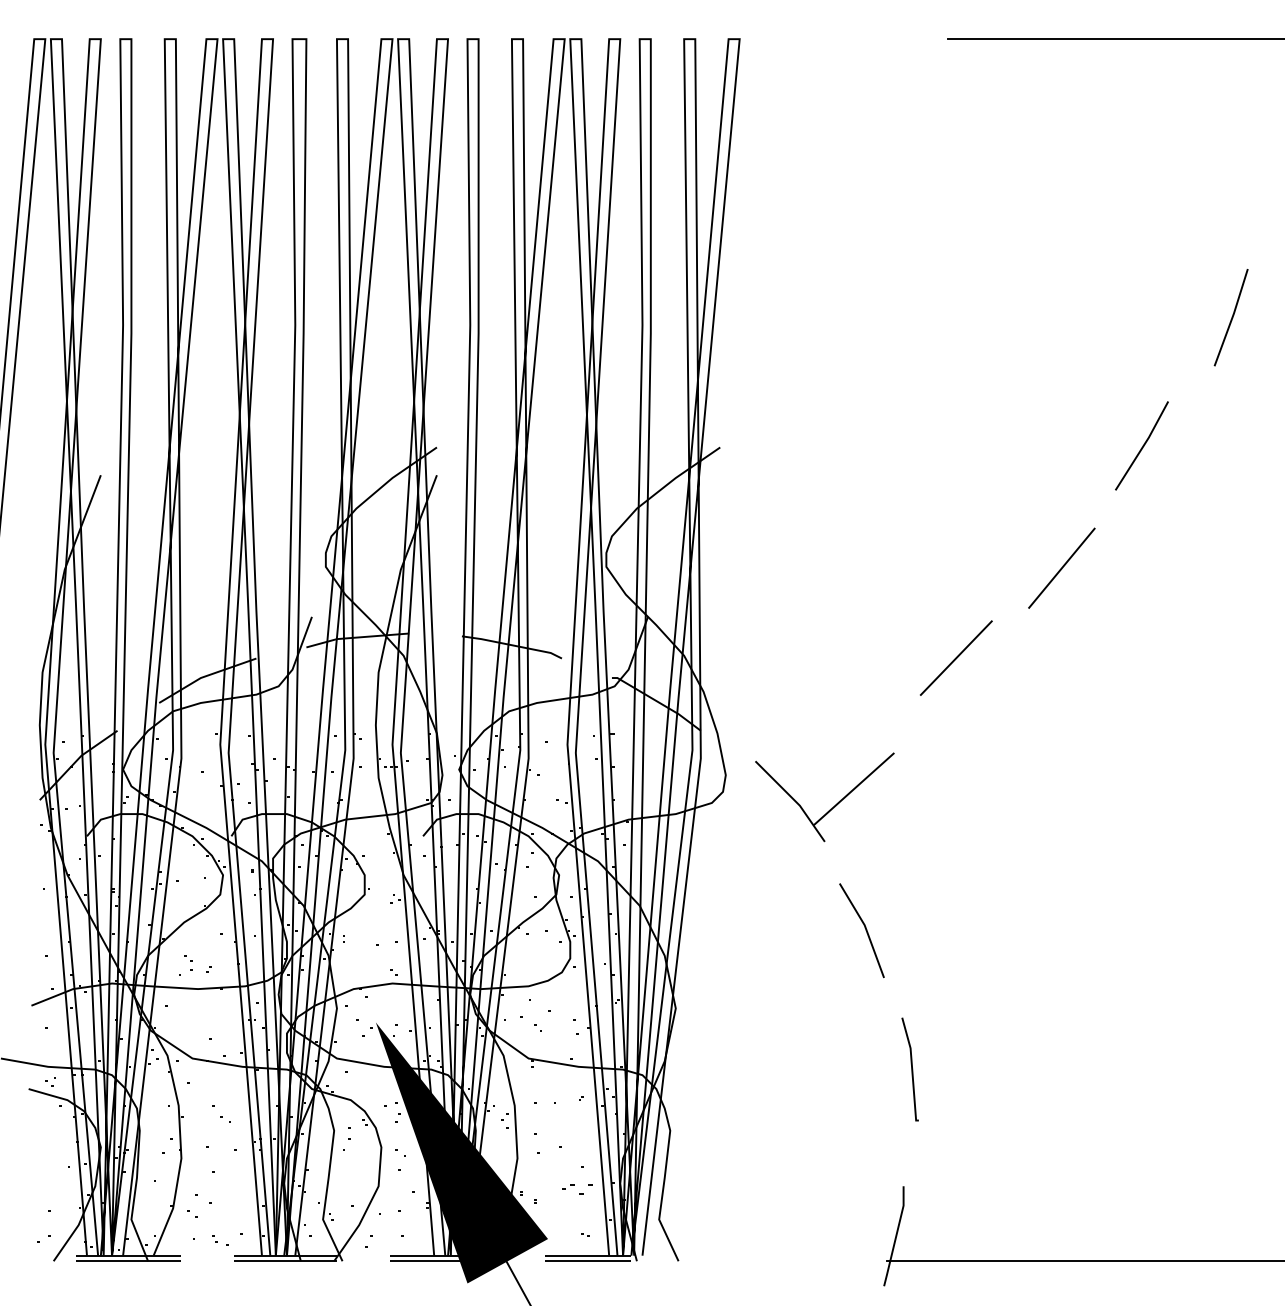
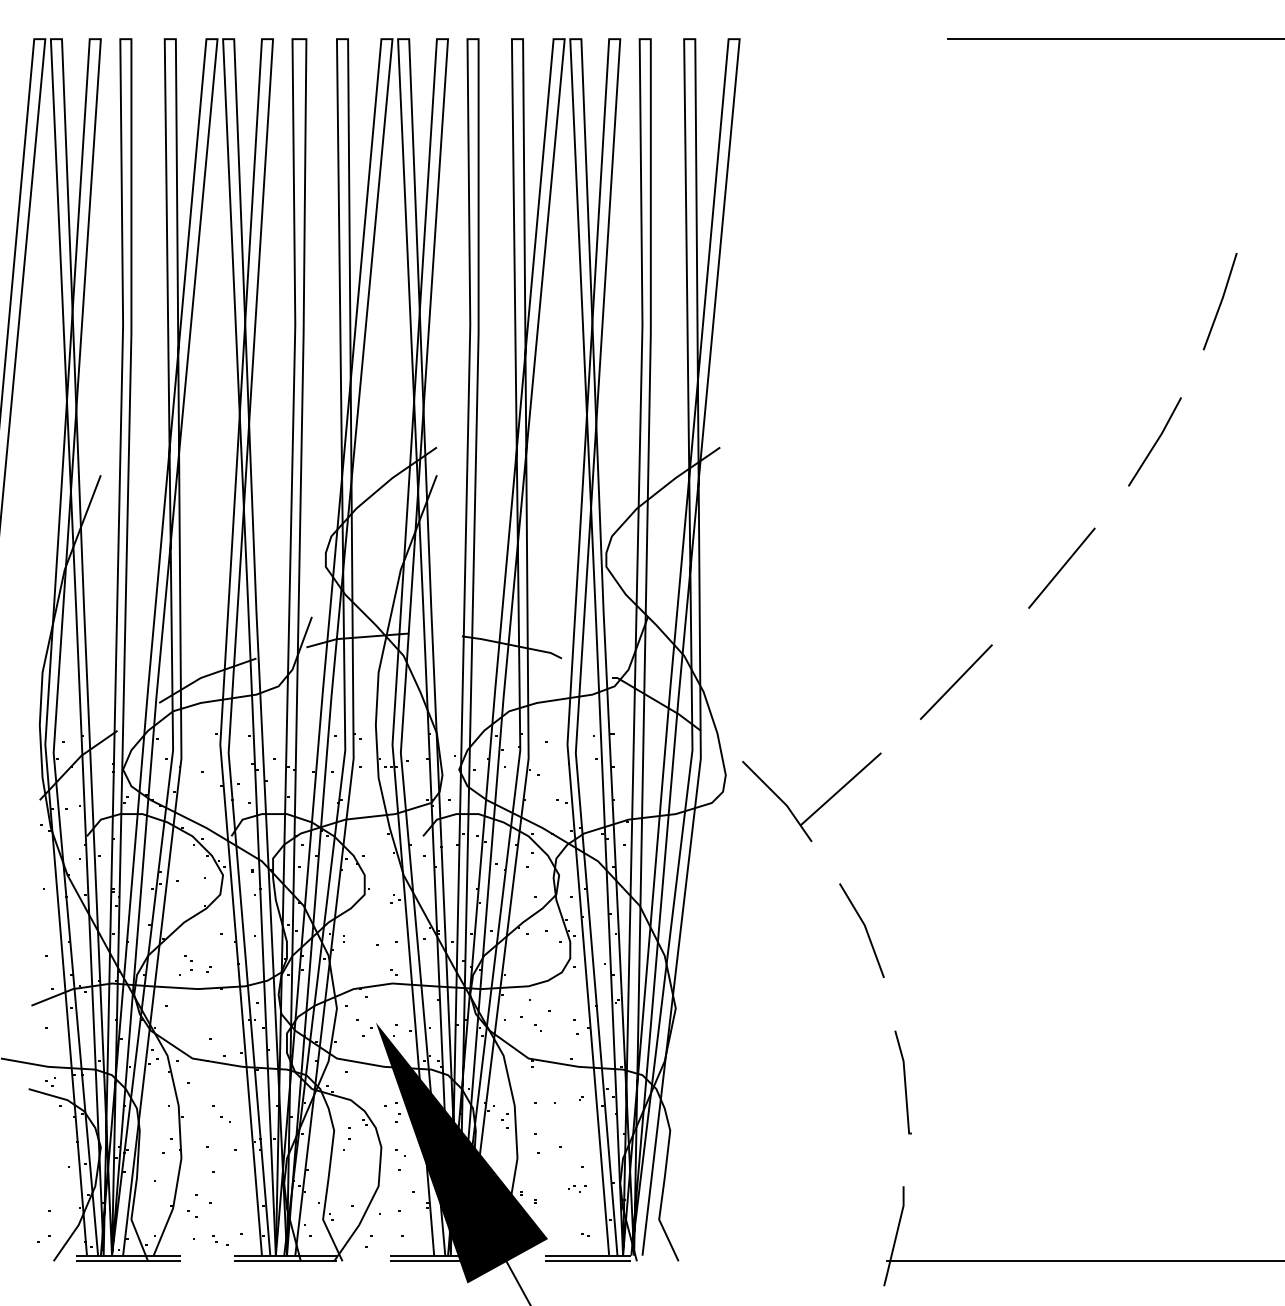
line at (1231, 317) position: (1231, 317) -> (1220, 301)
line at (1142, 445) position: (1142, 445) -> (1155, 441)
line at (956, 657) position: (956, 657) -> (956, 681)
part at (830, 808) position: (830, 808) -> (817, 808)
line at (911, 1069) position: (911, 1069) -> (904, 1082)
part at (577, 1189) size: 31x11 px -> 19x8 px
